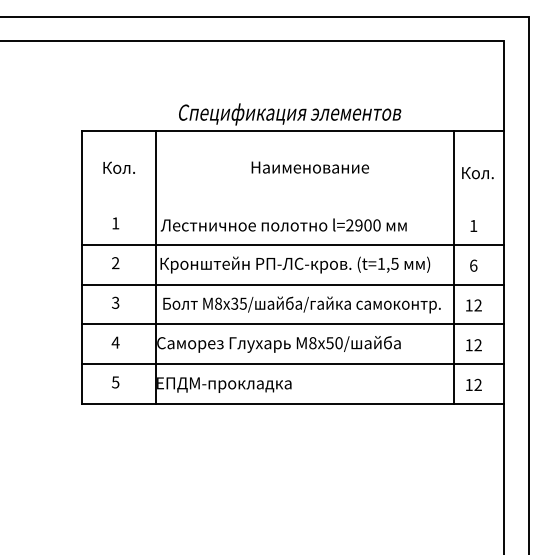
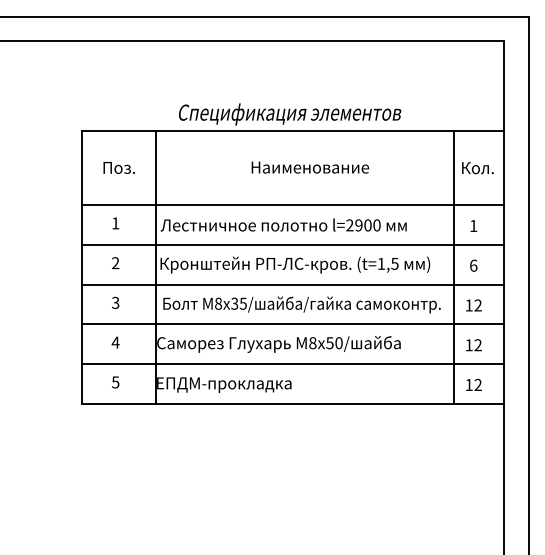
text at (117, 167): Кол. -> Поз.
text at (477, 173) position: (477, 173) -> (477, 168)
line at (292, 205): none -> present
